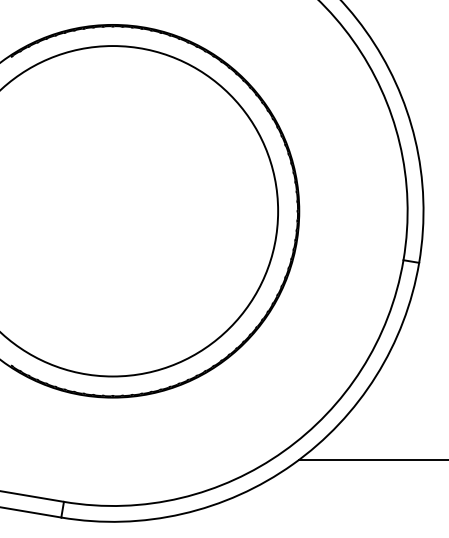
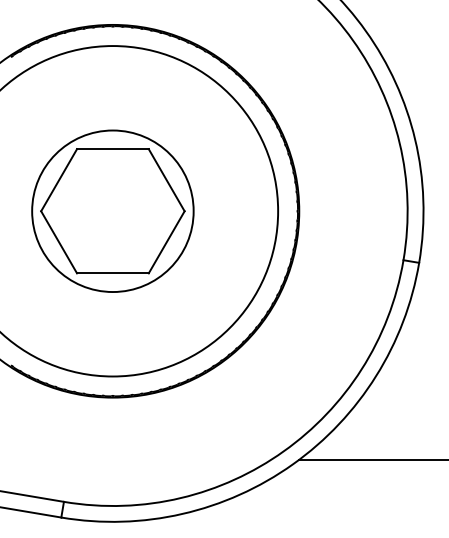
part at (112, 210): none -> present
